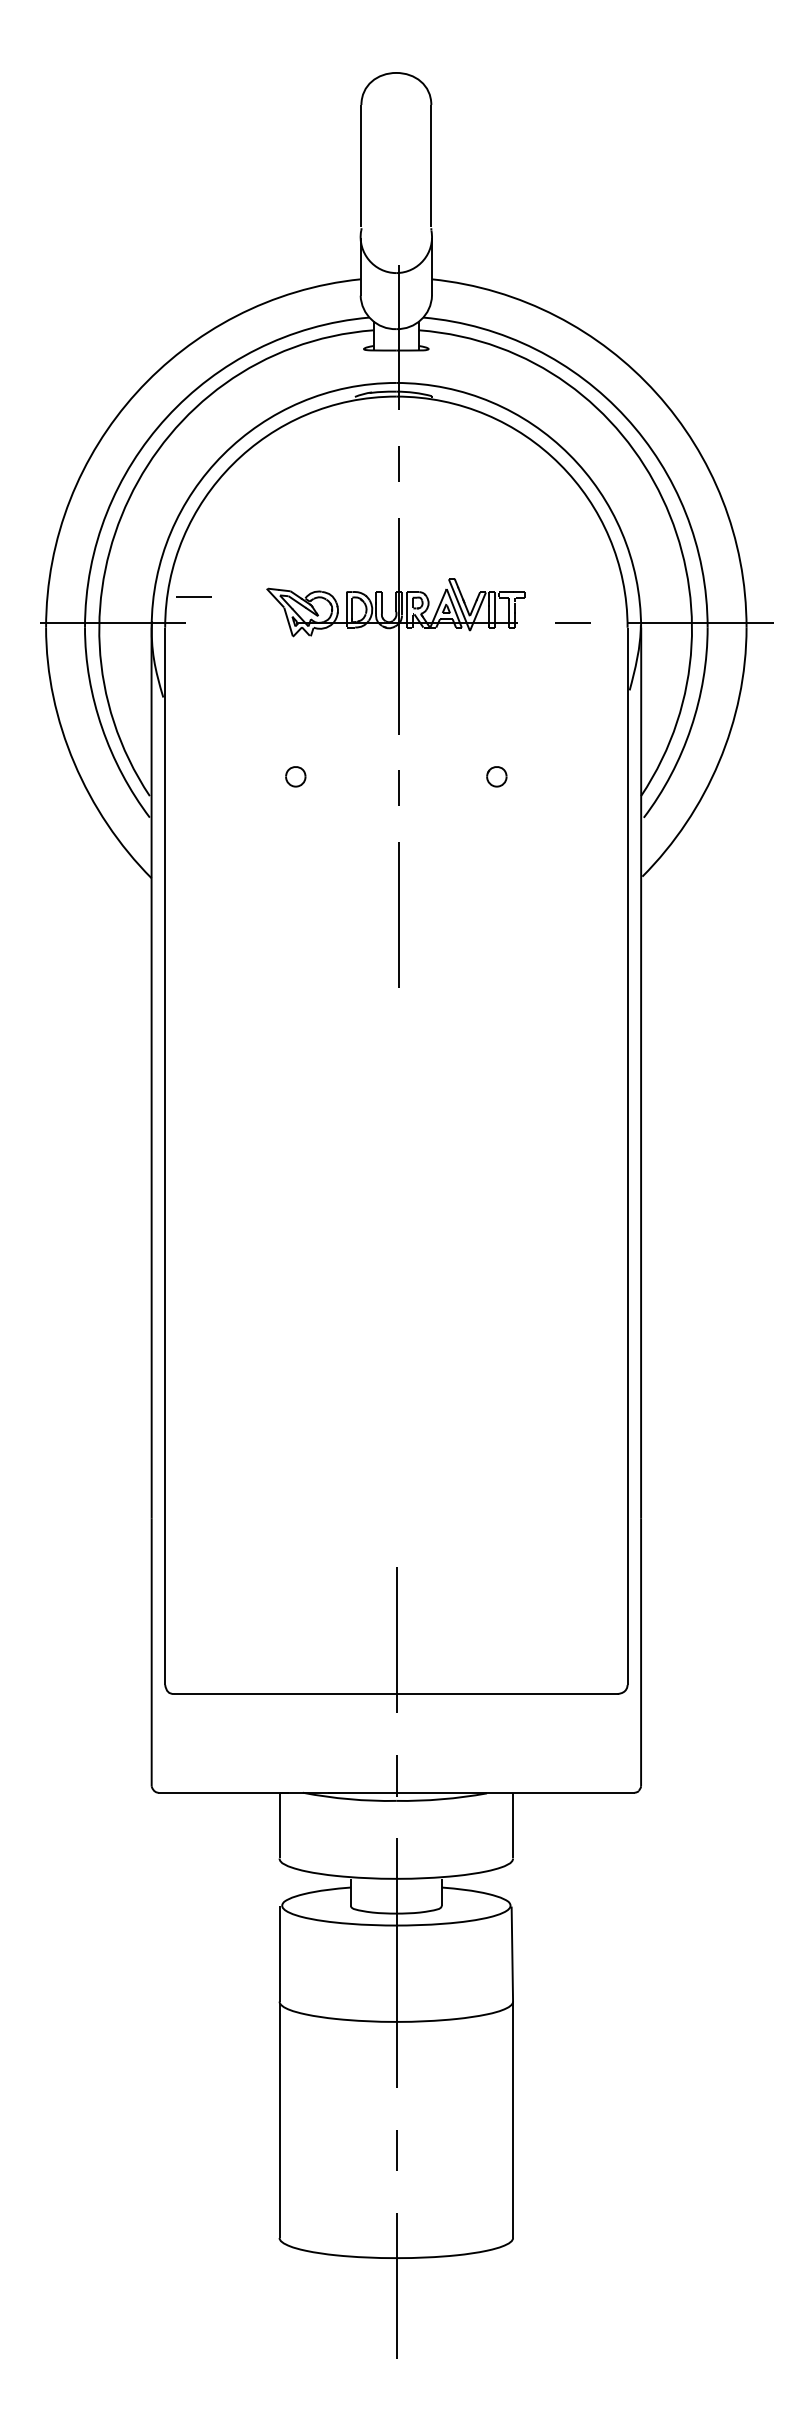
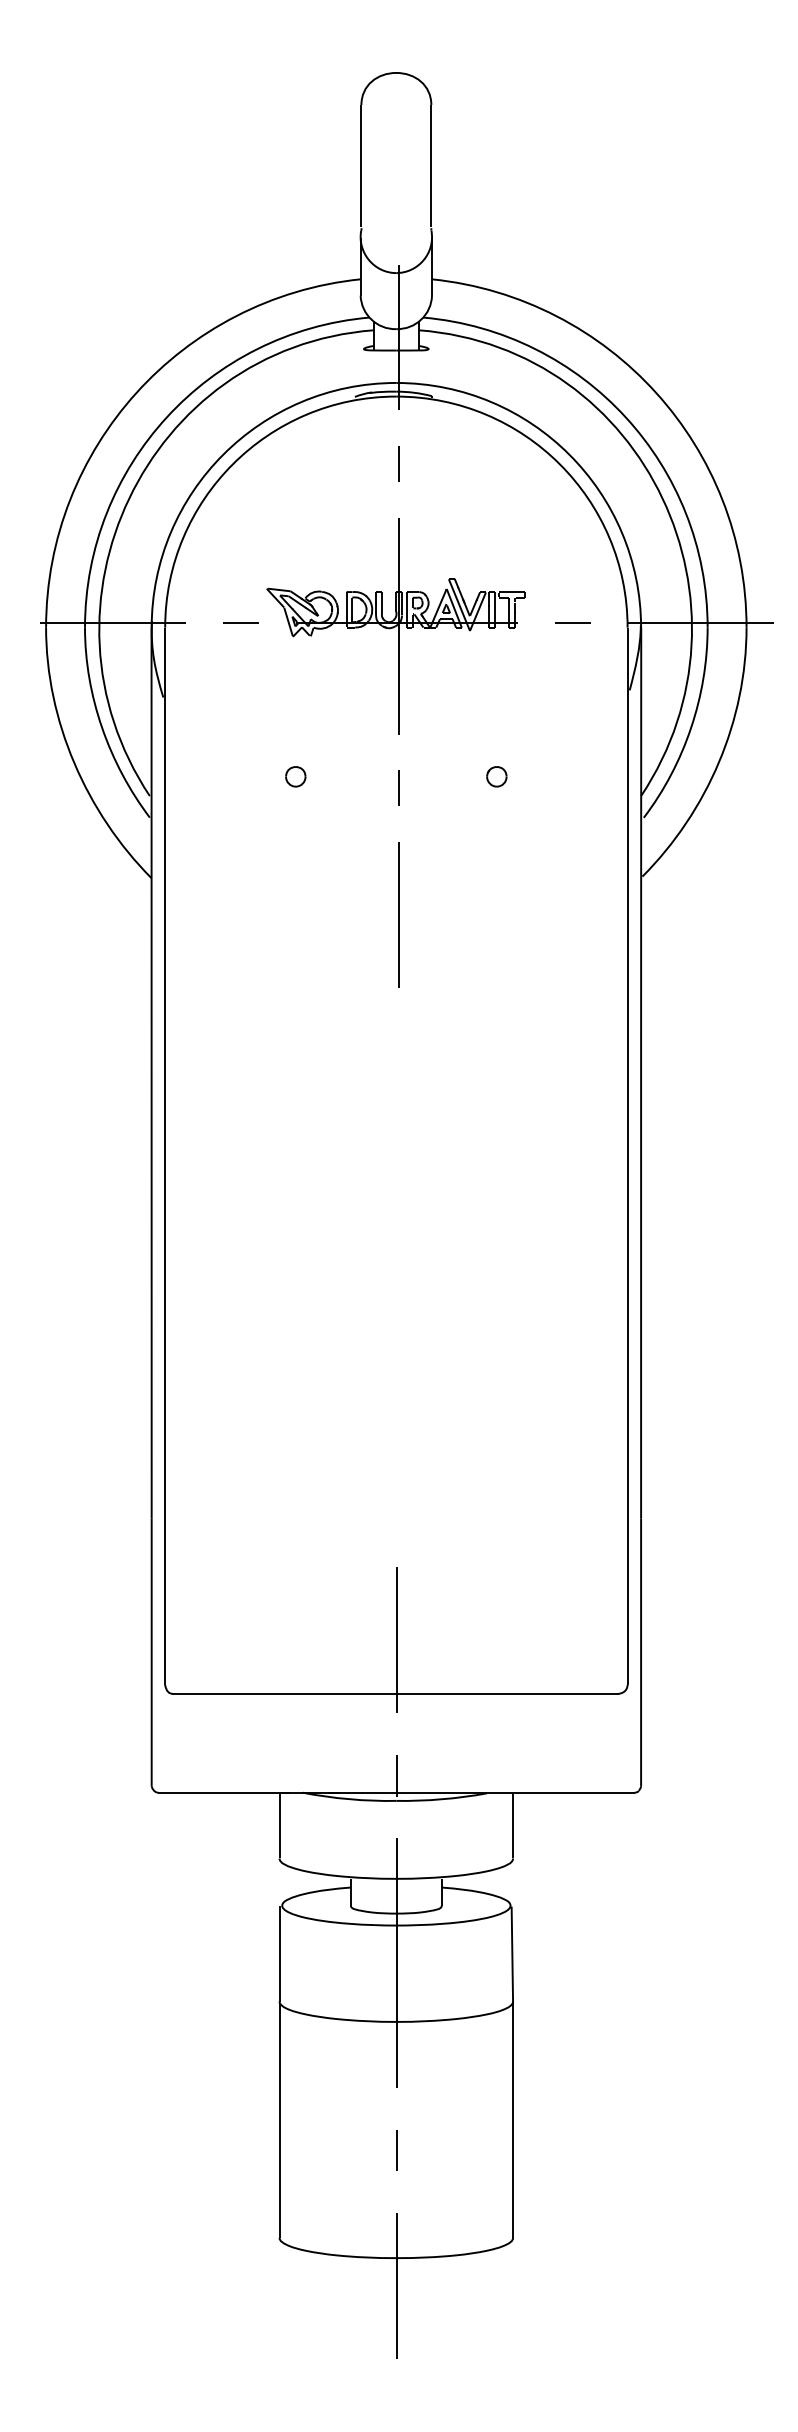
line at (193, 596) position: (193, 596) -> (240, 622)
